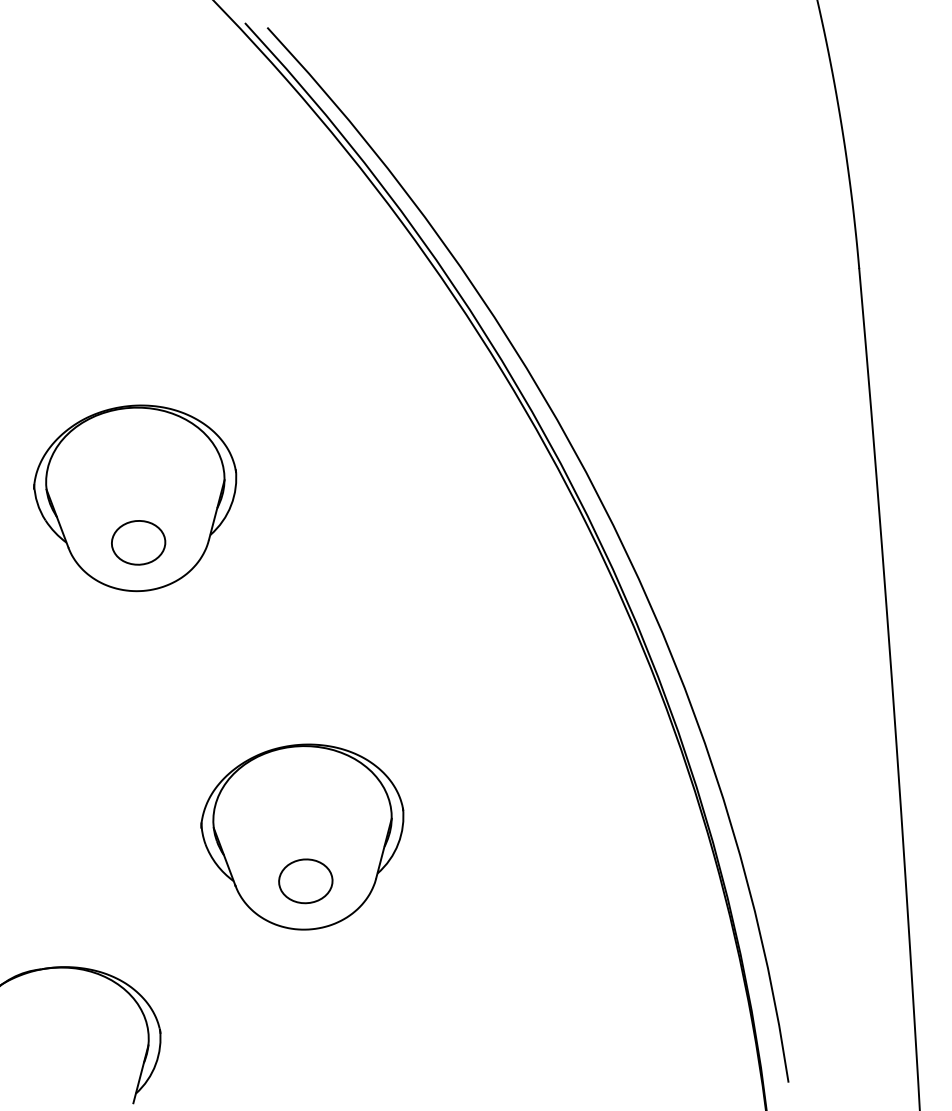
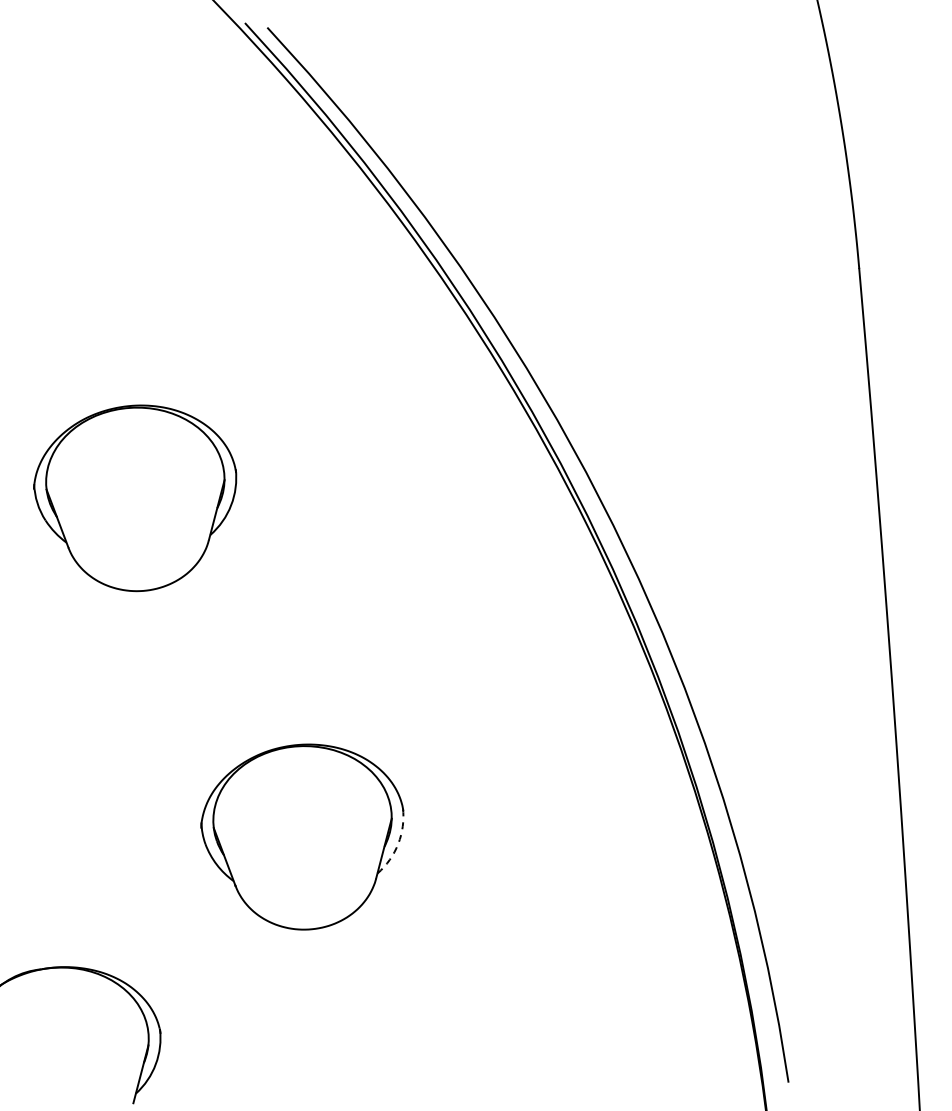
part at (138, 542): present -> none
arc at (398, 843): solid -> dashed
part at (305, 881): present -> none
